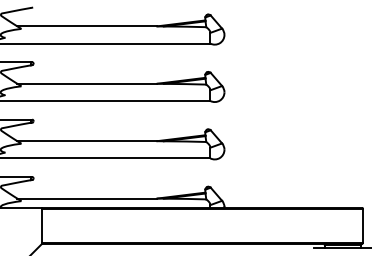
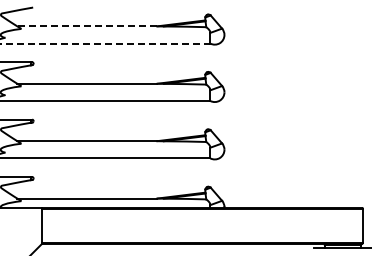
line at (87, 26): solid -> dashed
line at (105, 43): solid -> dashed
